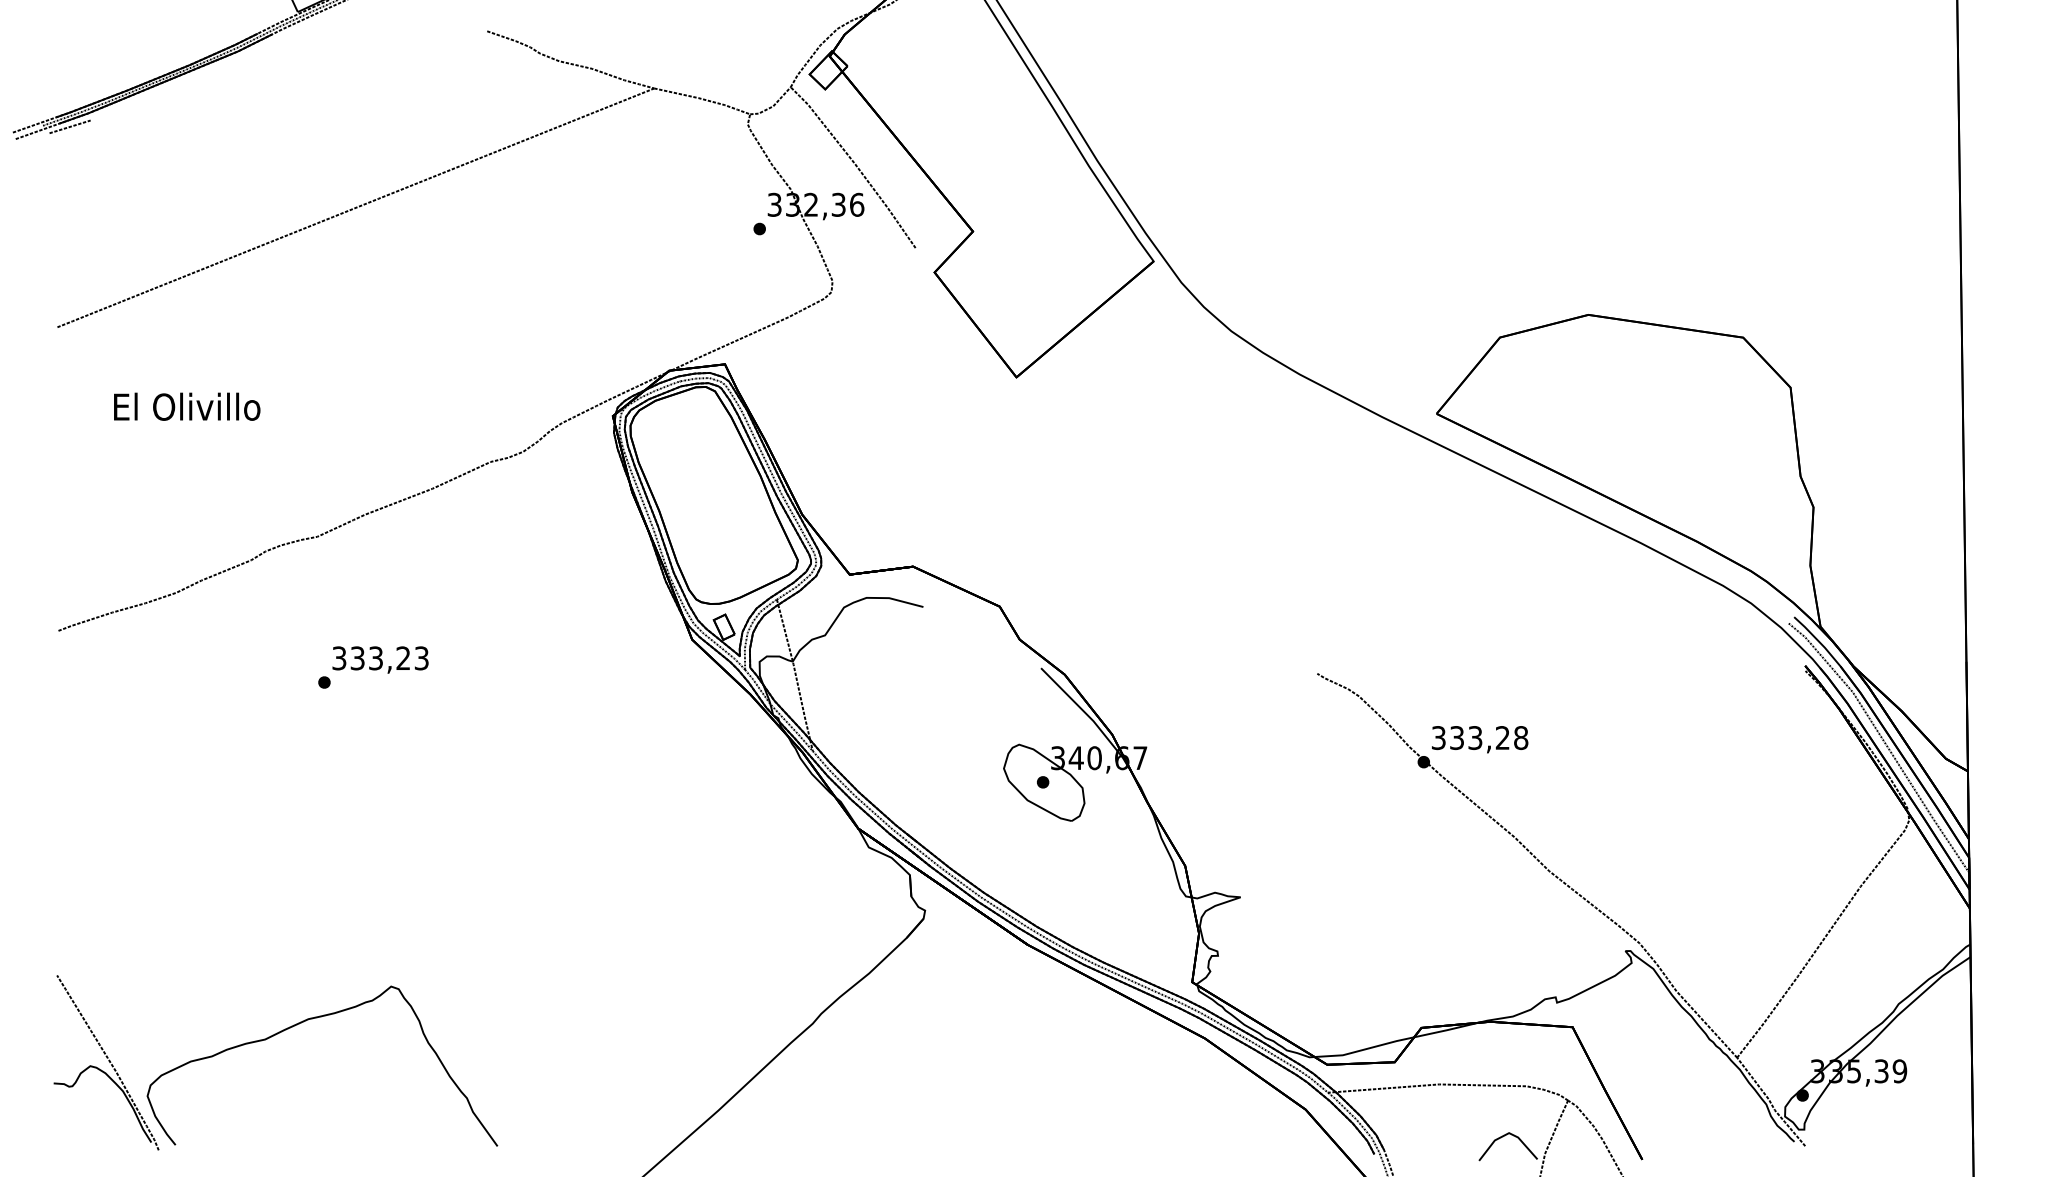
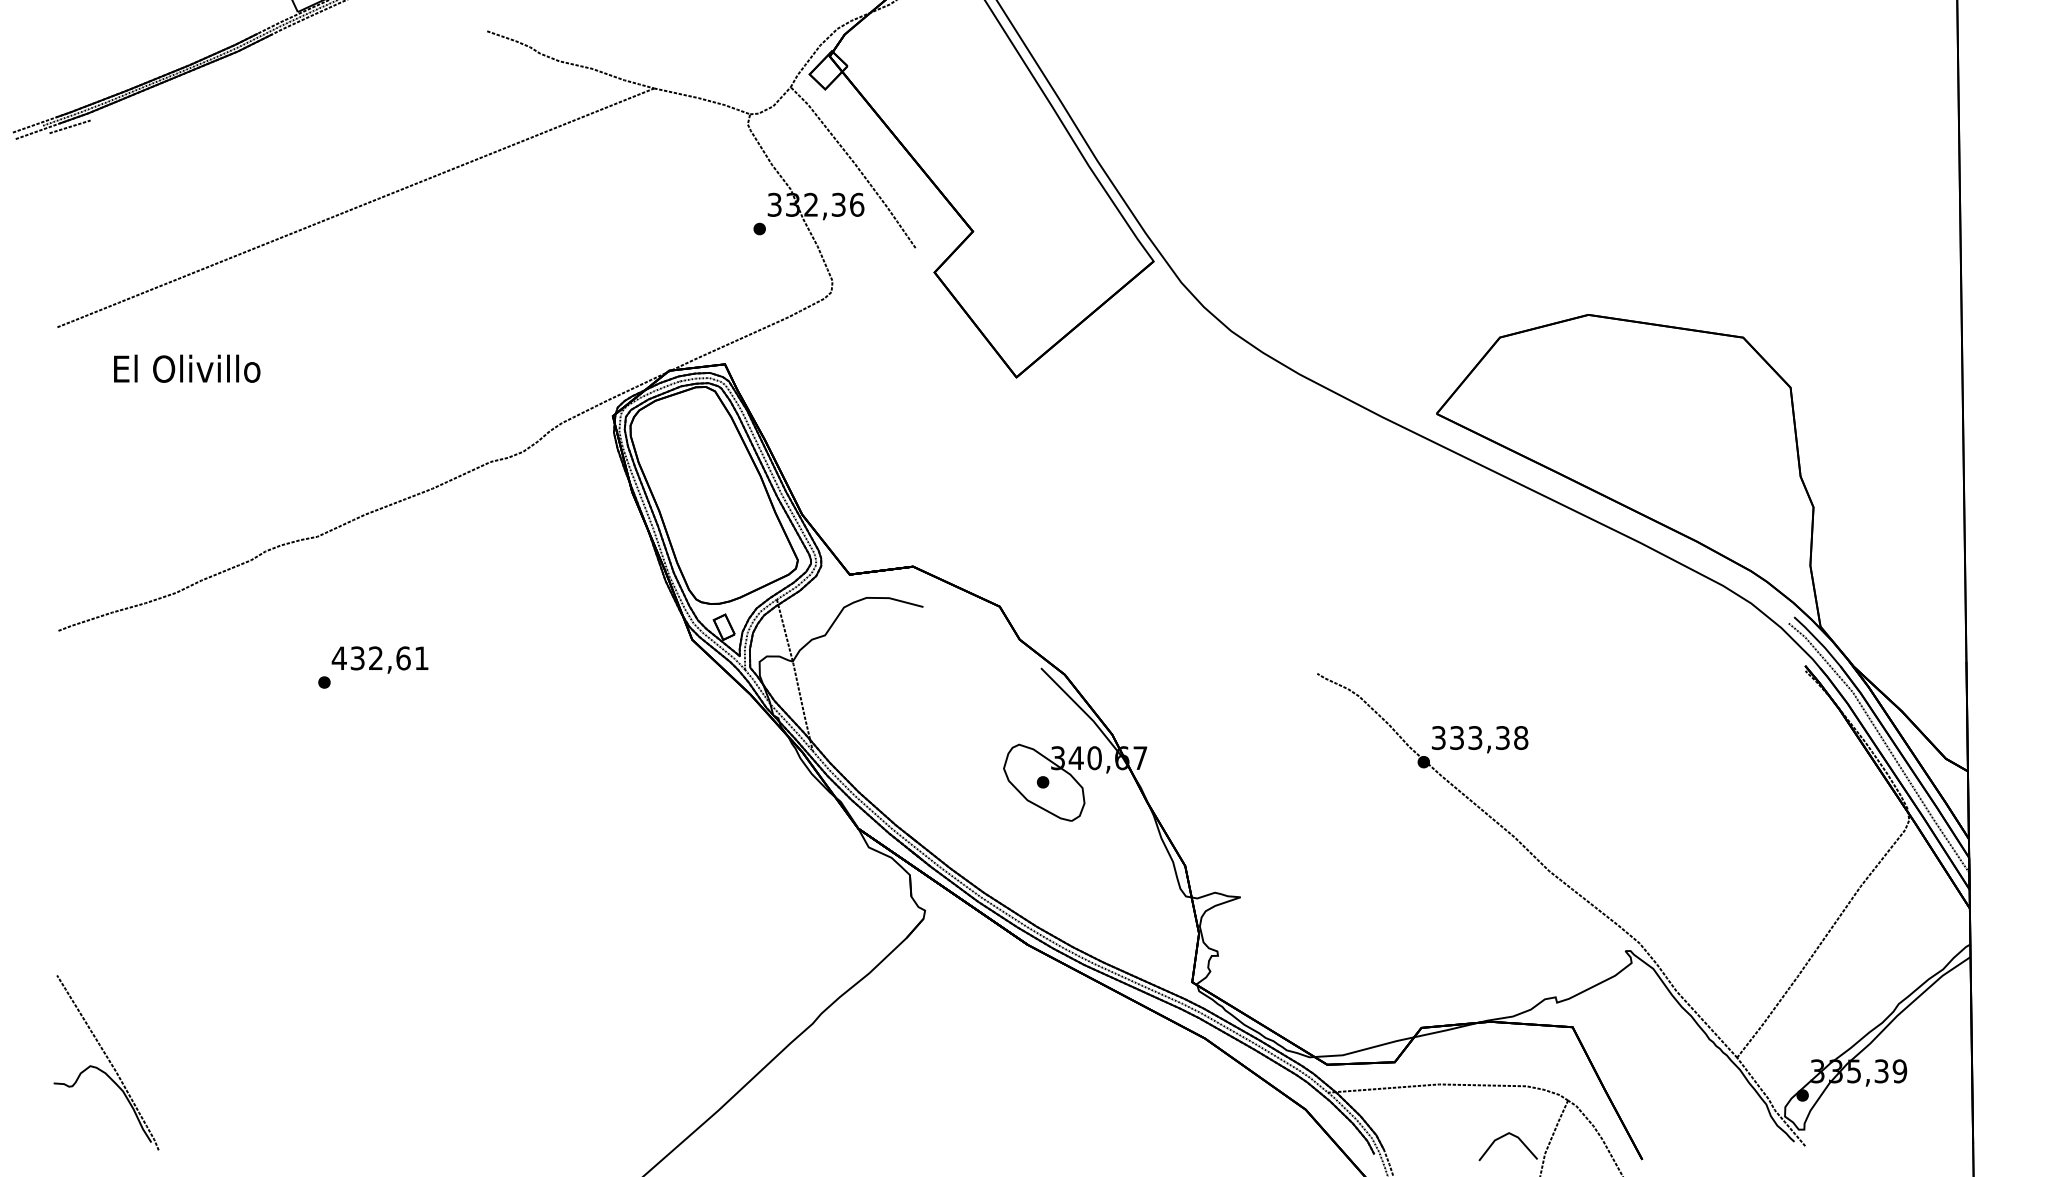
text at (187, 406) position: (187, 406) -> (187, 368)
text at (379, 658): 333,23 -> 432,61
text at (1502, 738): 333,28 -> 333,38
curve at (306, 1021): present -> none
